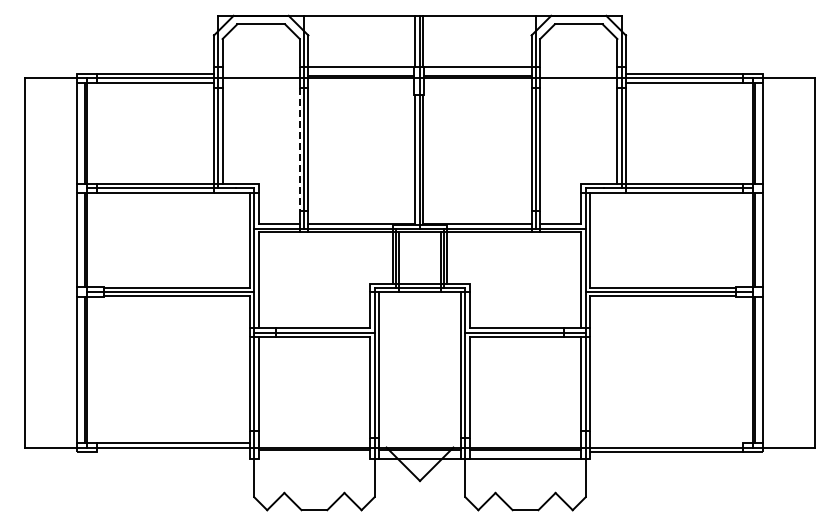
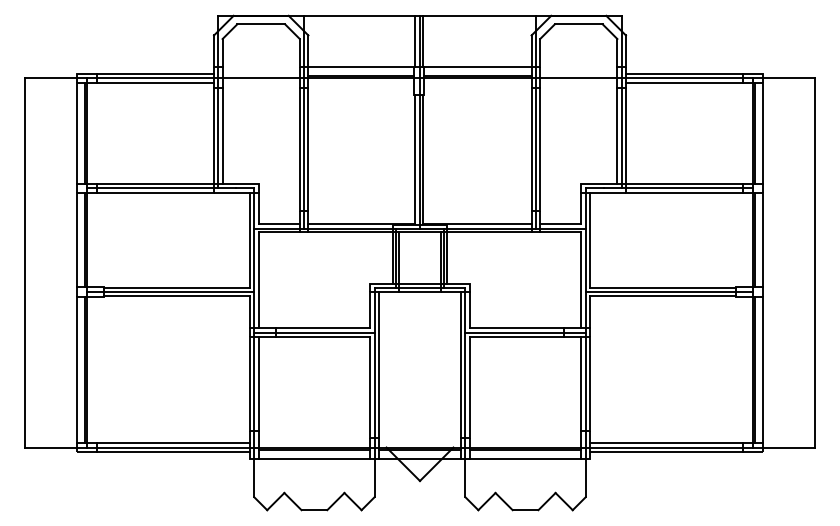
line at (299, 149): dashed -> solid
line at (665, 443): none -> present
line at (173, 451): none -> present
line at (314, 458): none -> present
